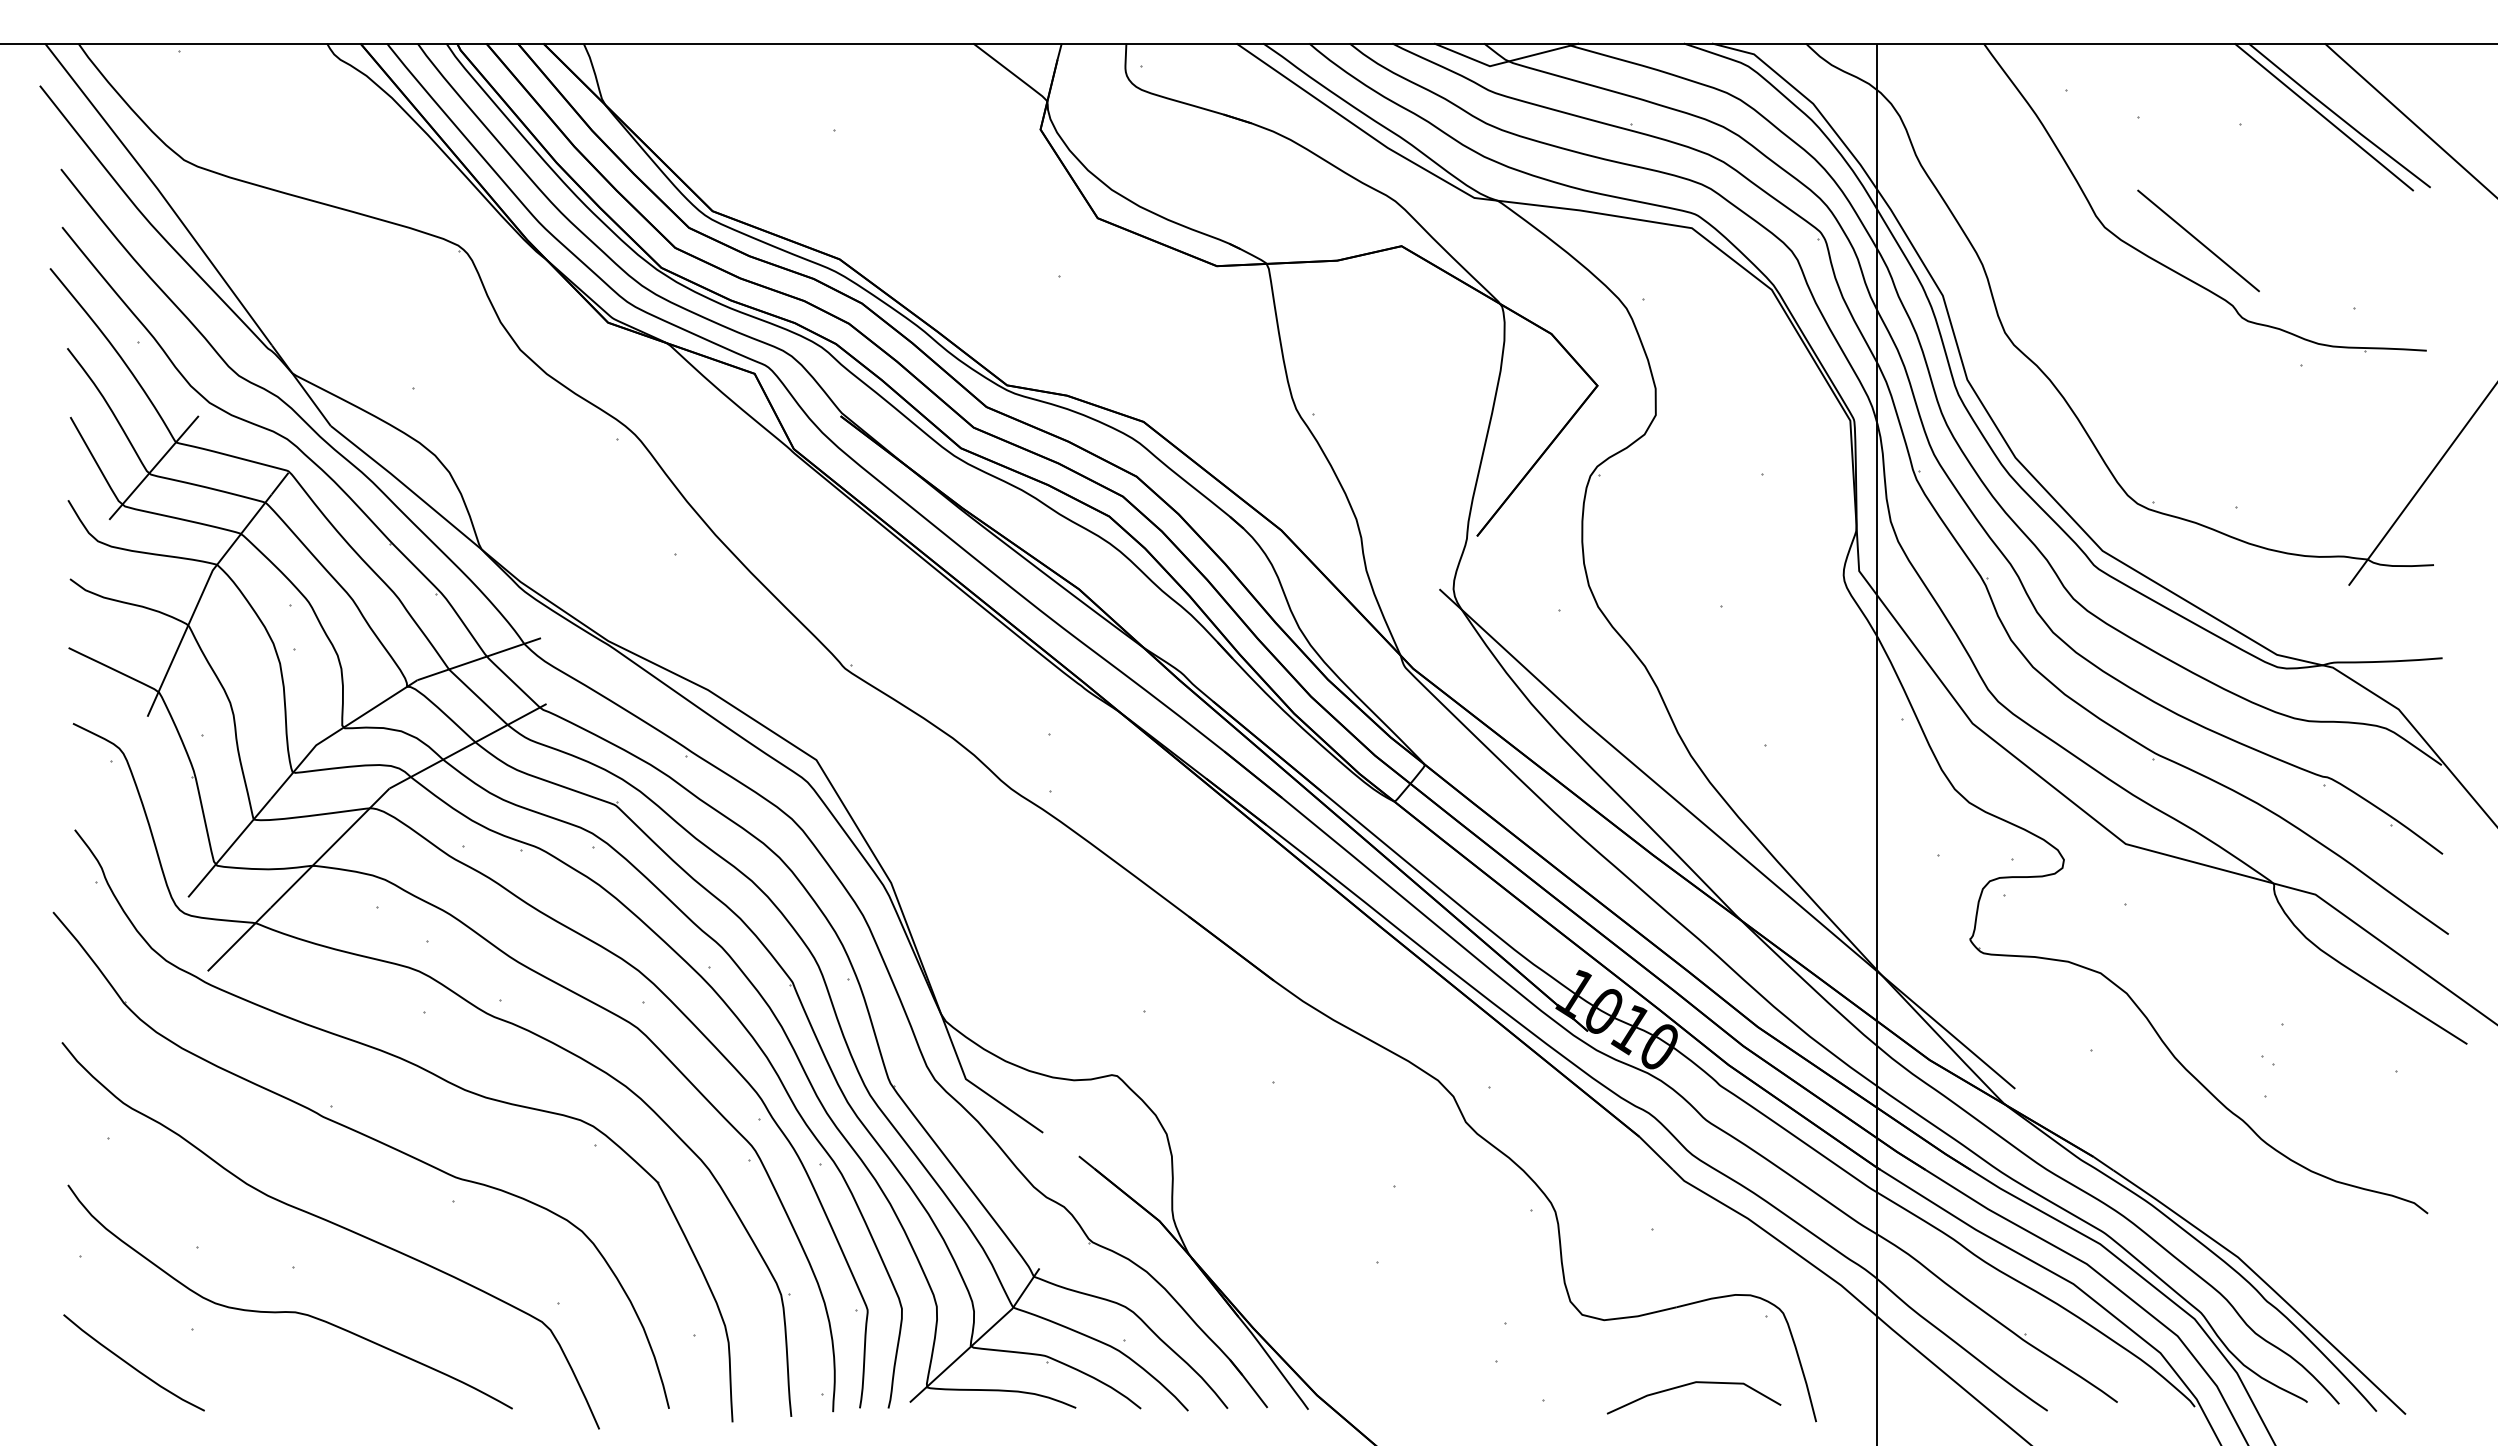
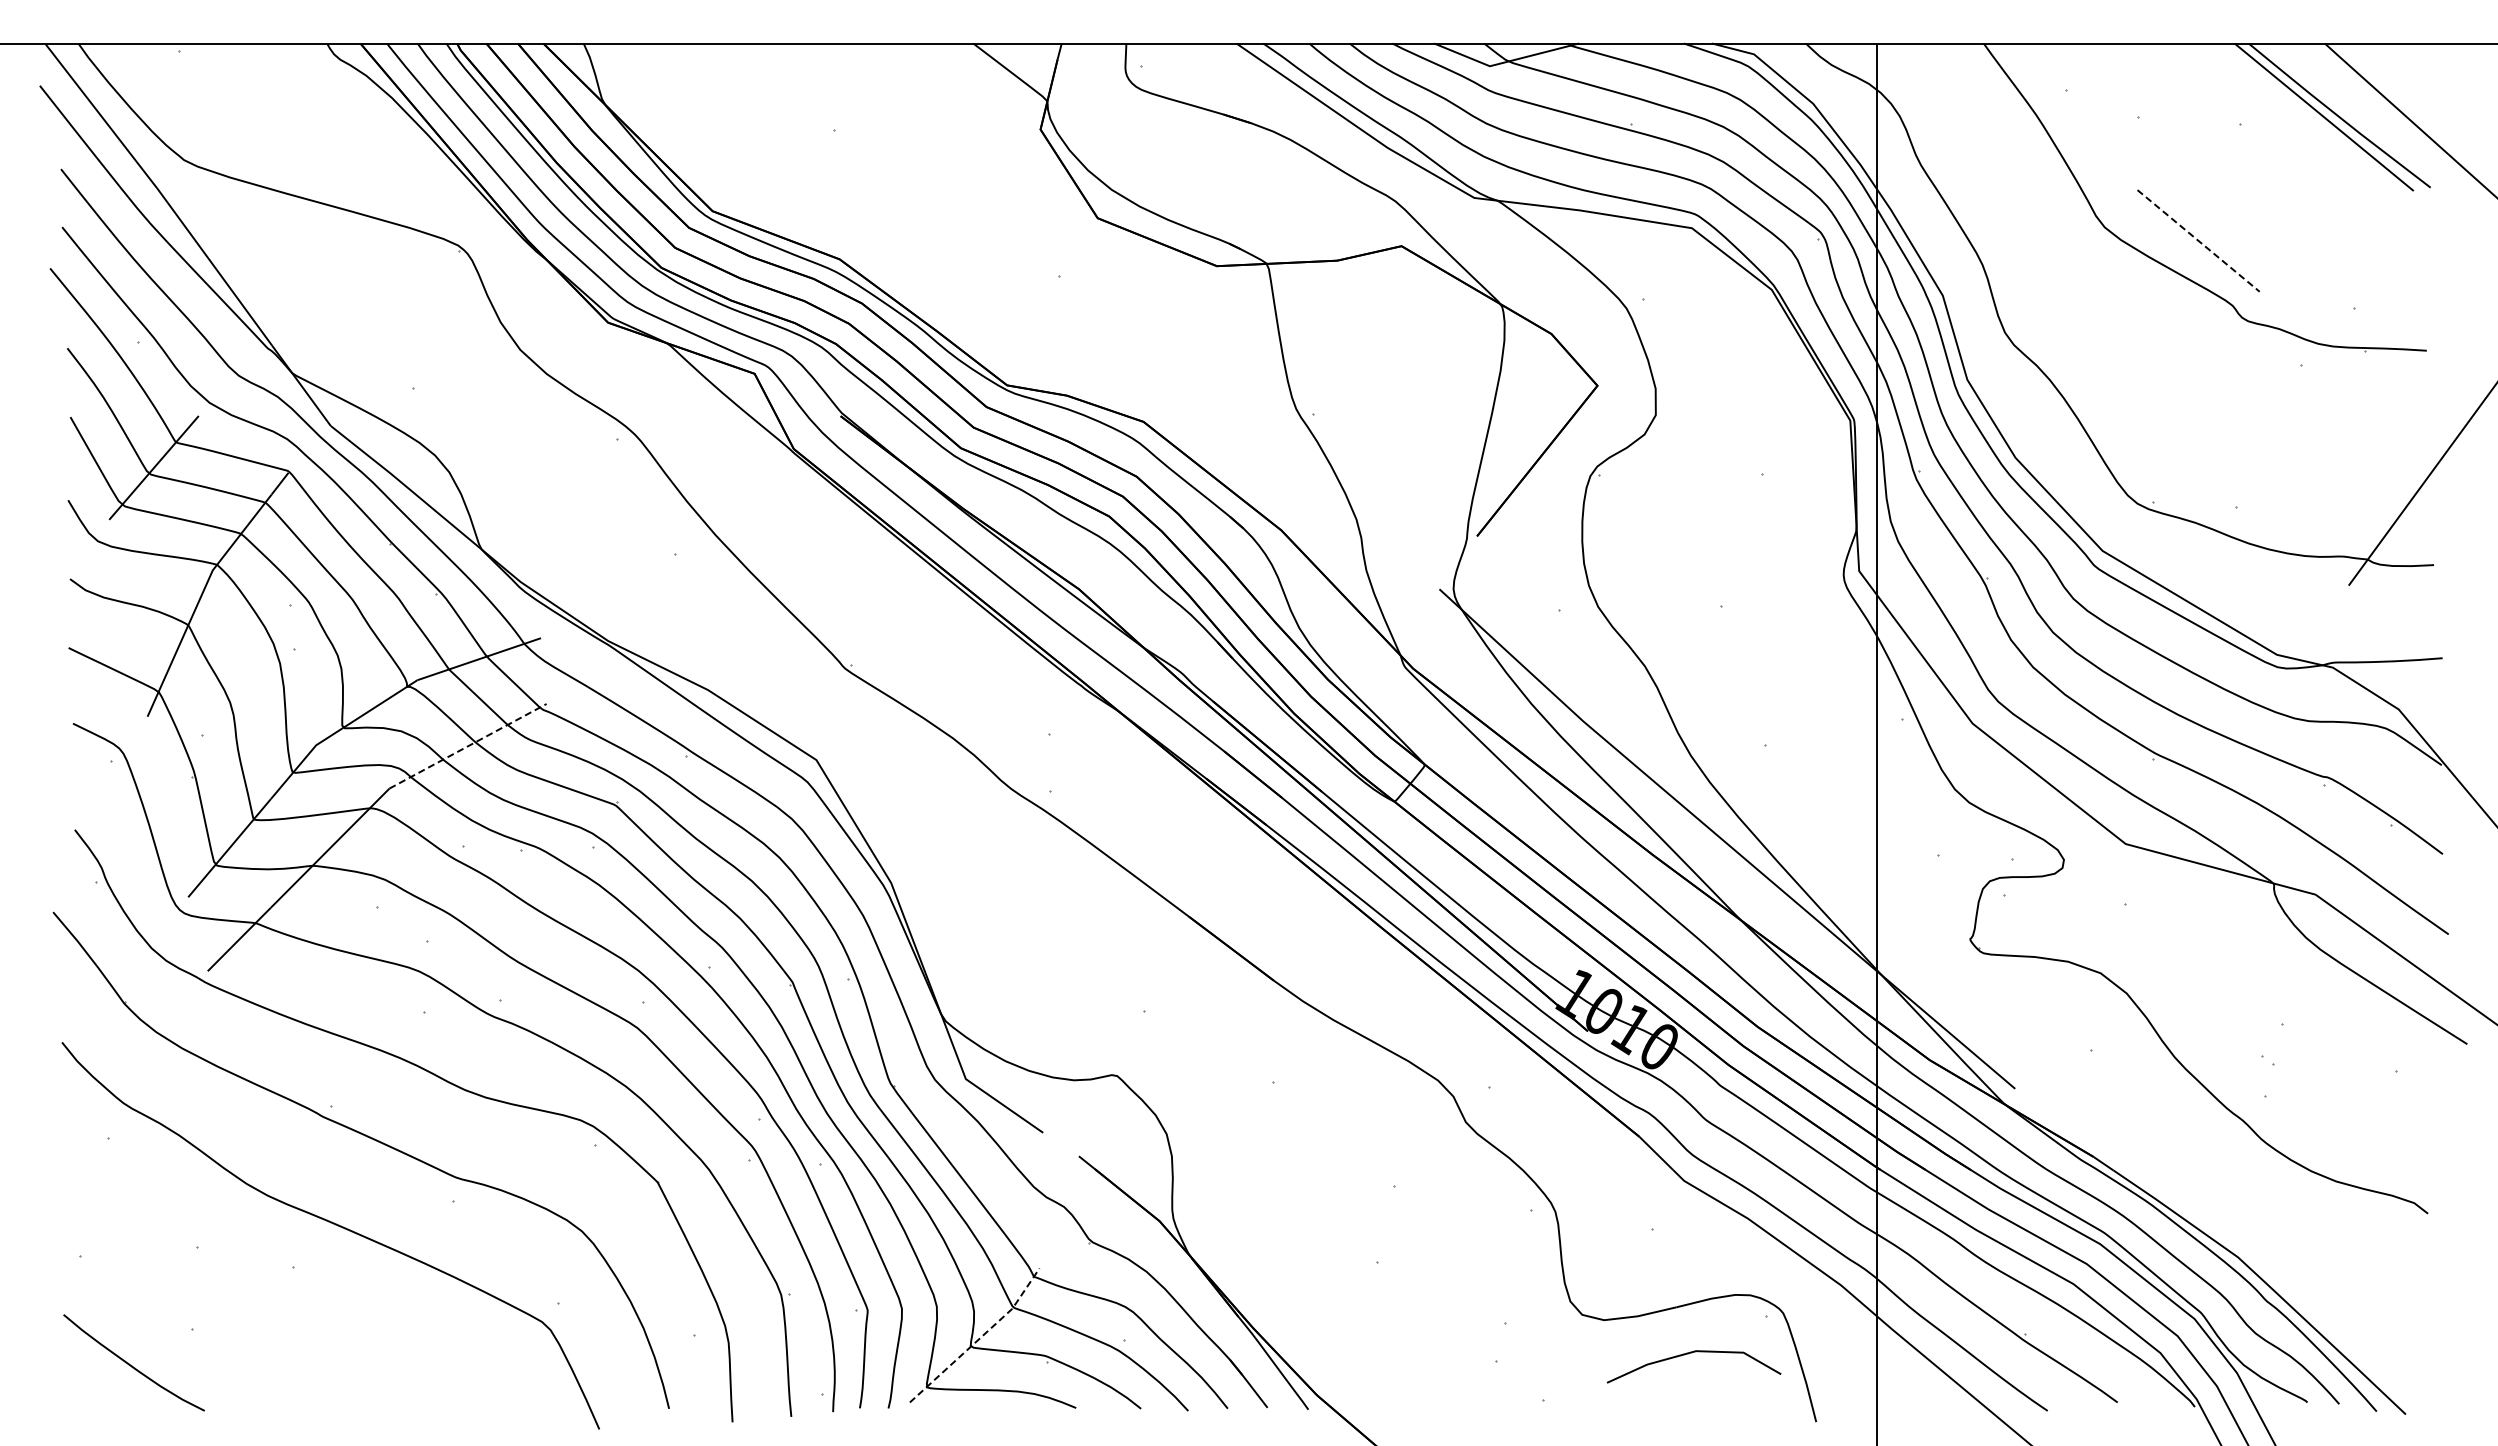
line at (2198, 241): solid -> dashed
line at (468, 746): solid -> dashed
curve at (289, 1311): present -> none
line at (979, 1338): solid -> dashed
line at (1688, 1385) position: (1688, 1385) -> (1688, 1354)
